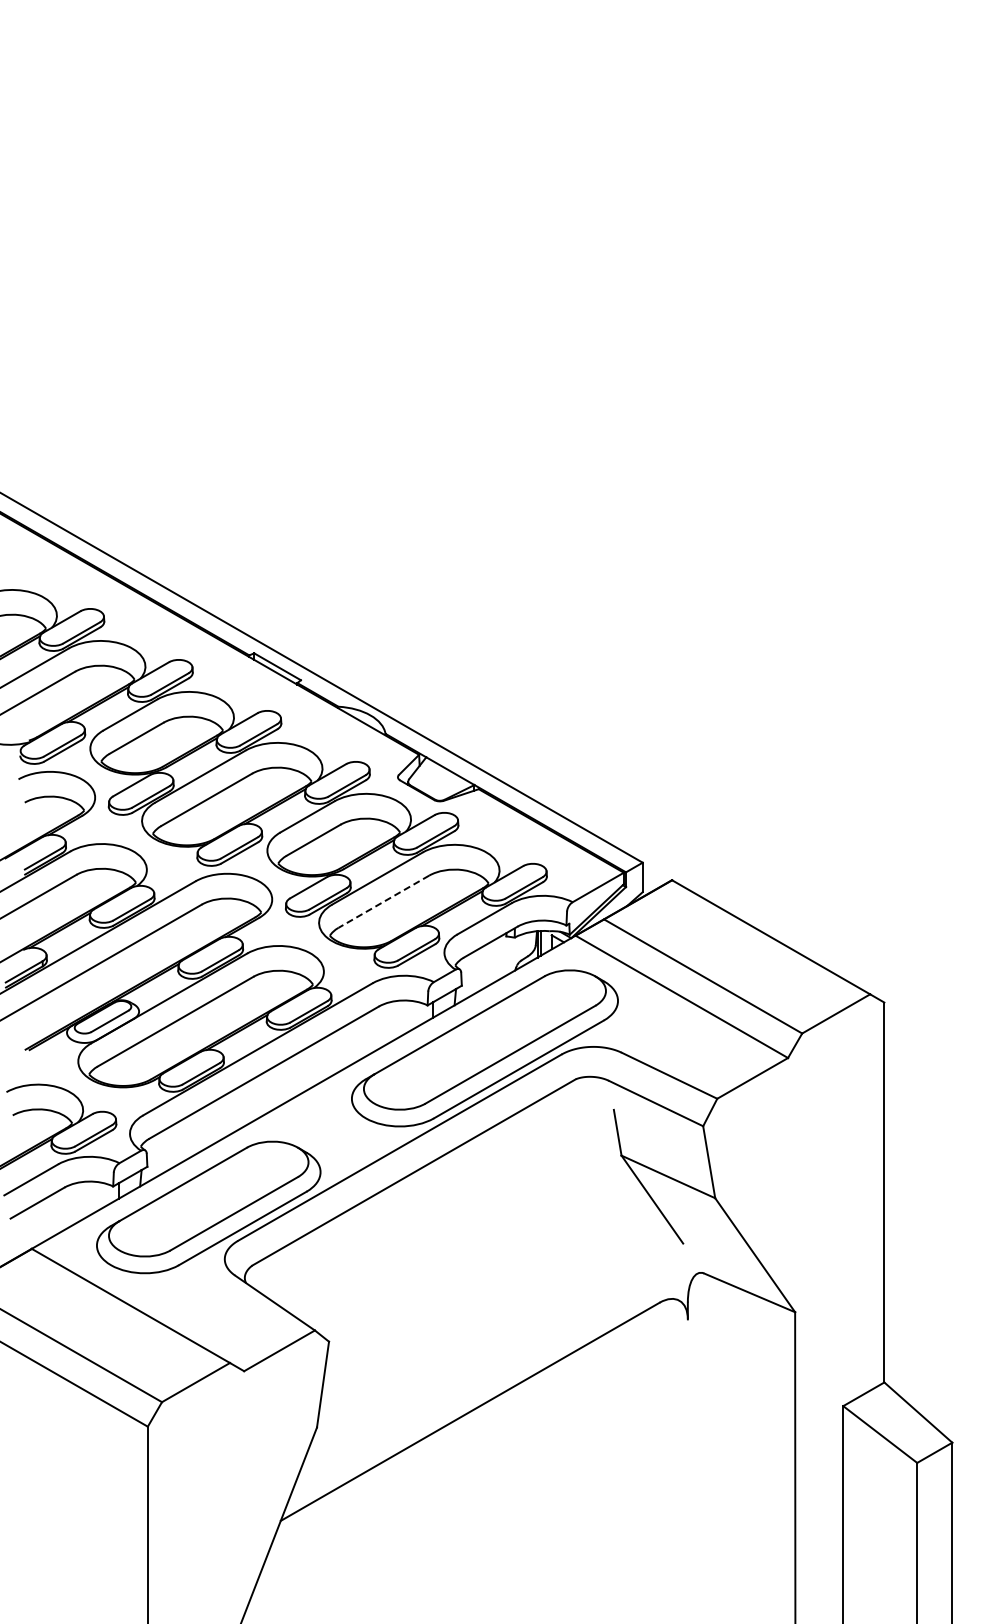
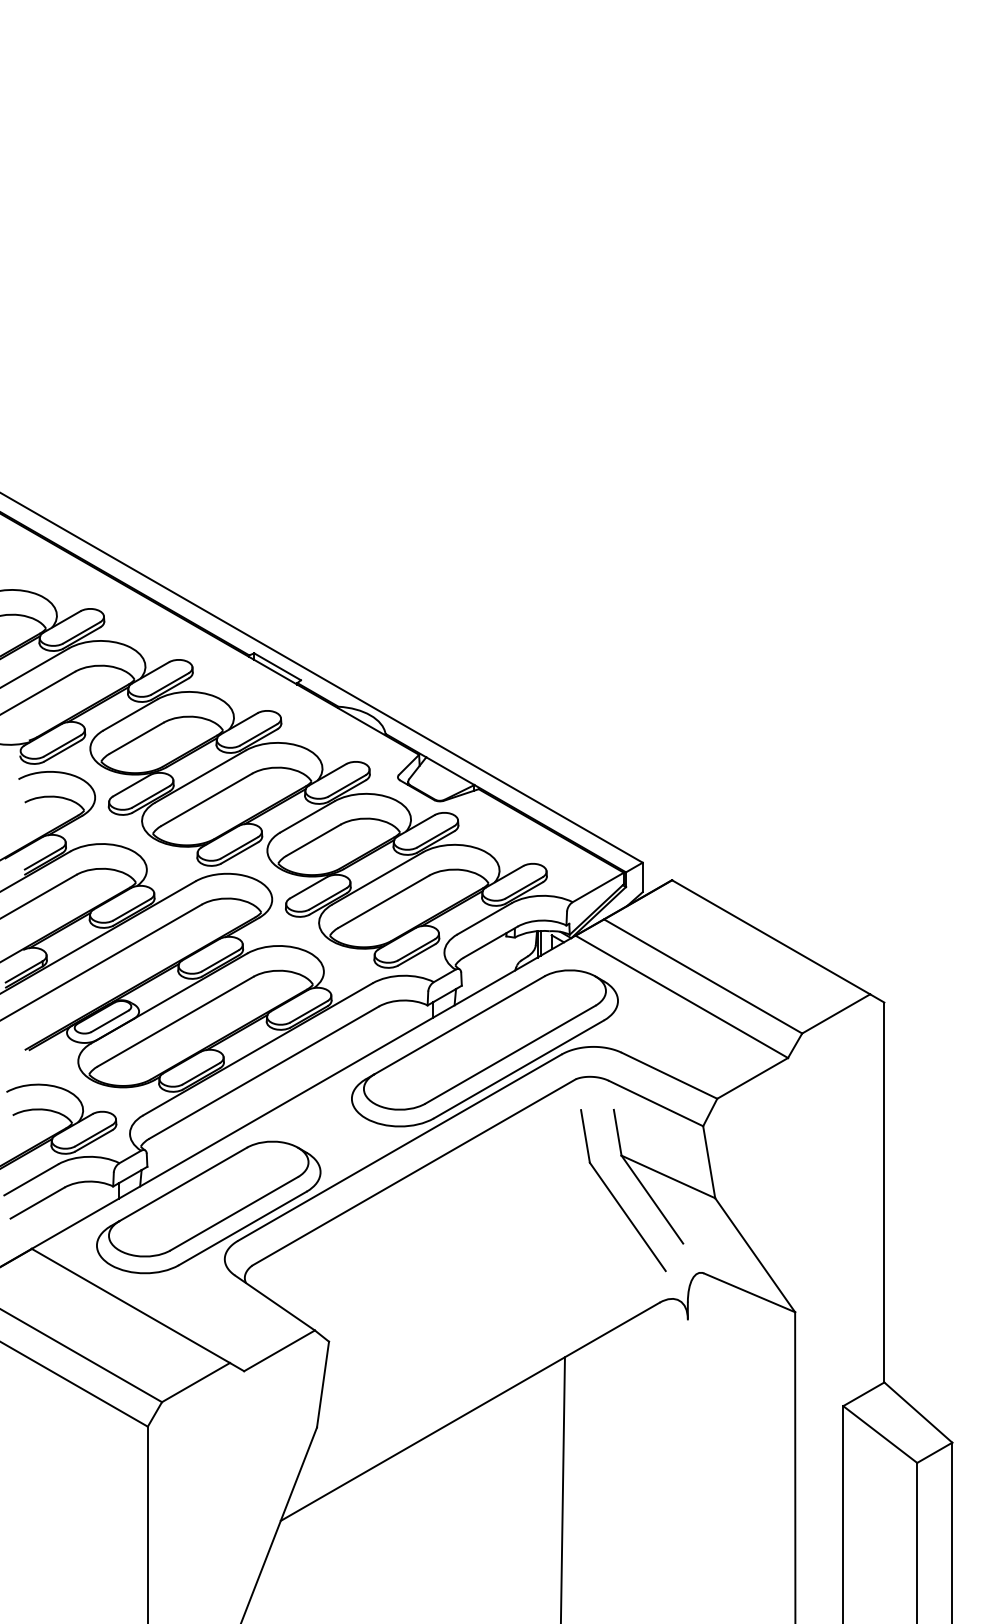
line at (383, 902): dashed -> solid
part at (615, 1197): none -> present
line at (562, 1488): none -> present
